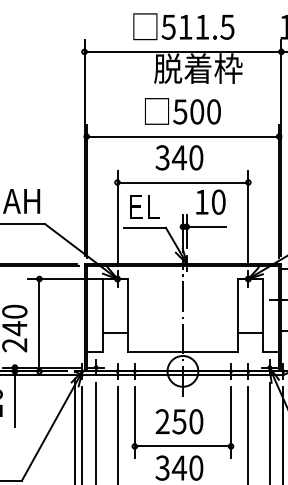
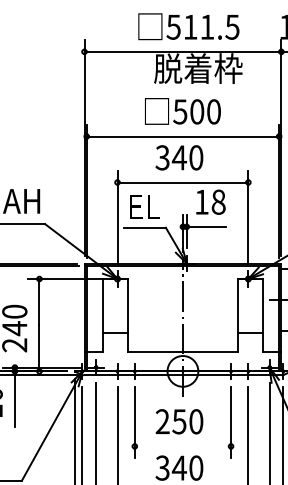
text at (183, 26) position: (183, 26) -> (188, 26)
text at (218, 202): 10 -> 18
line at (182, 446): present -> none
